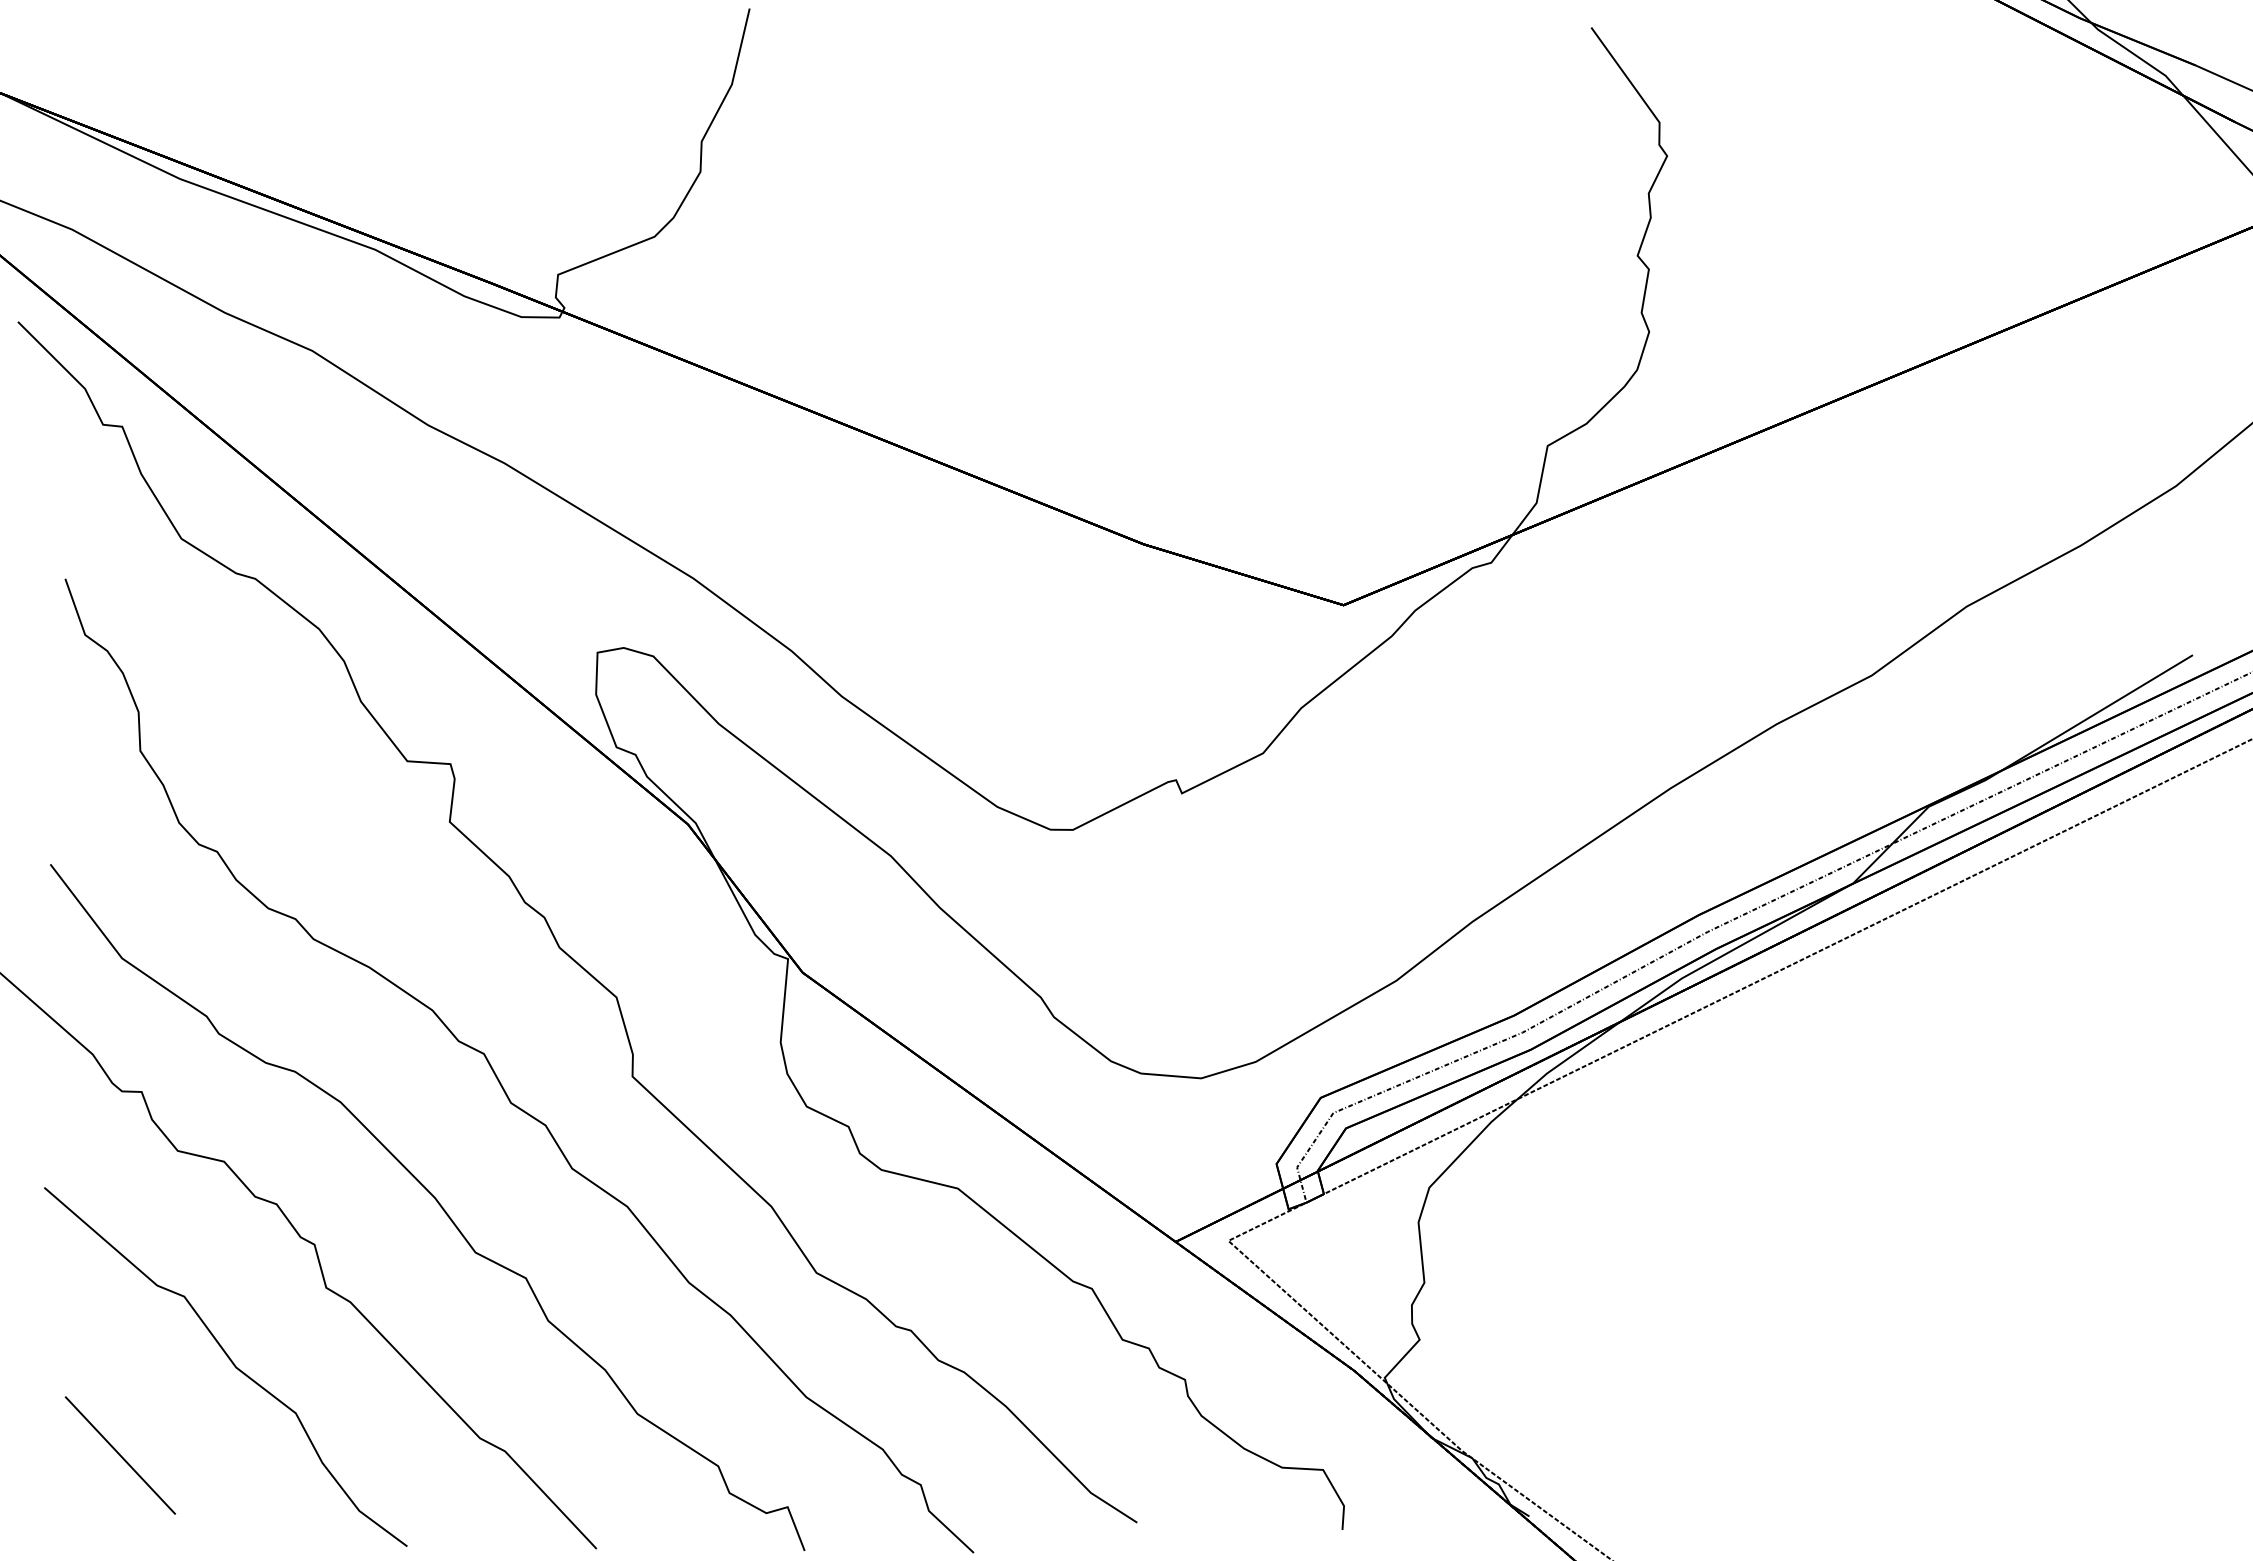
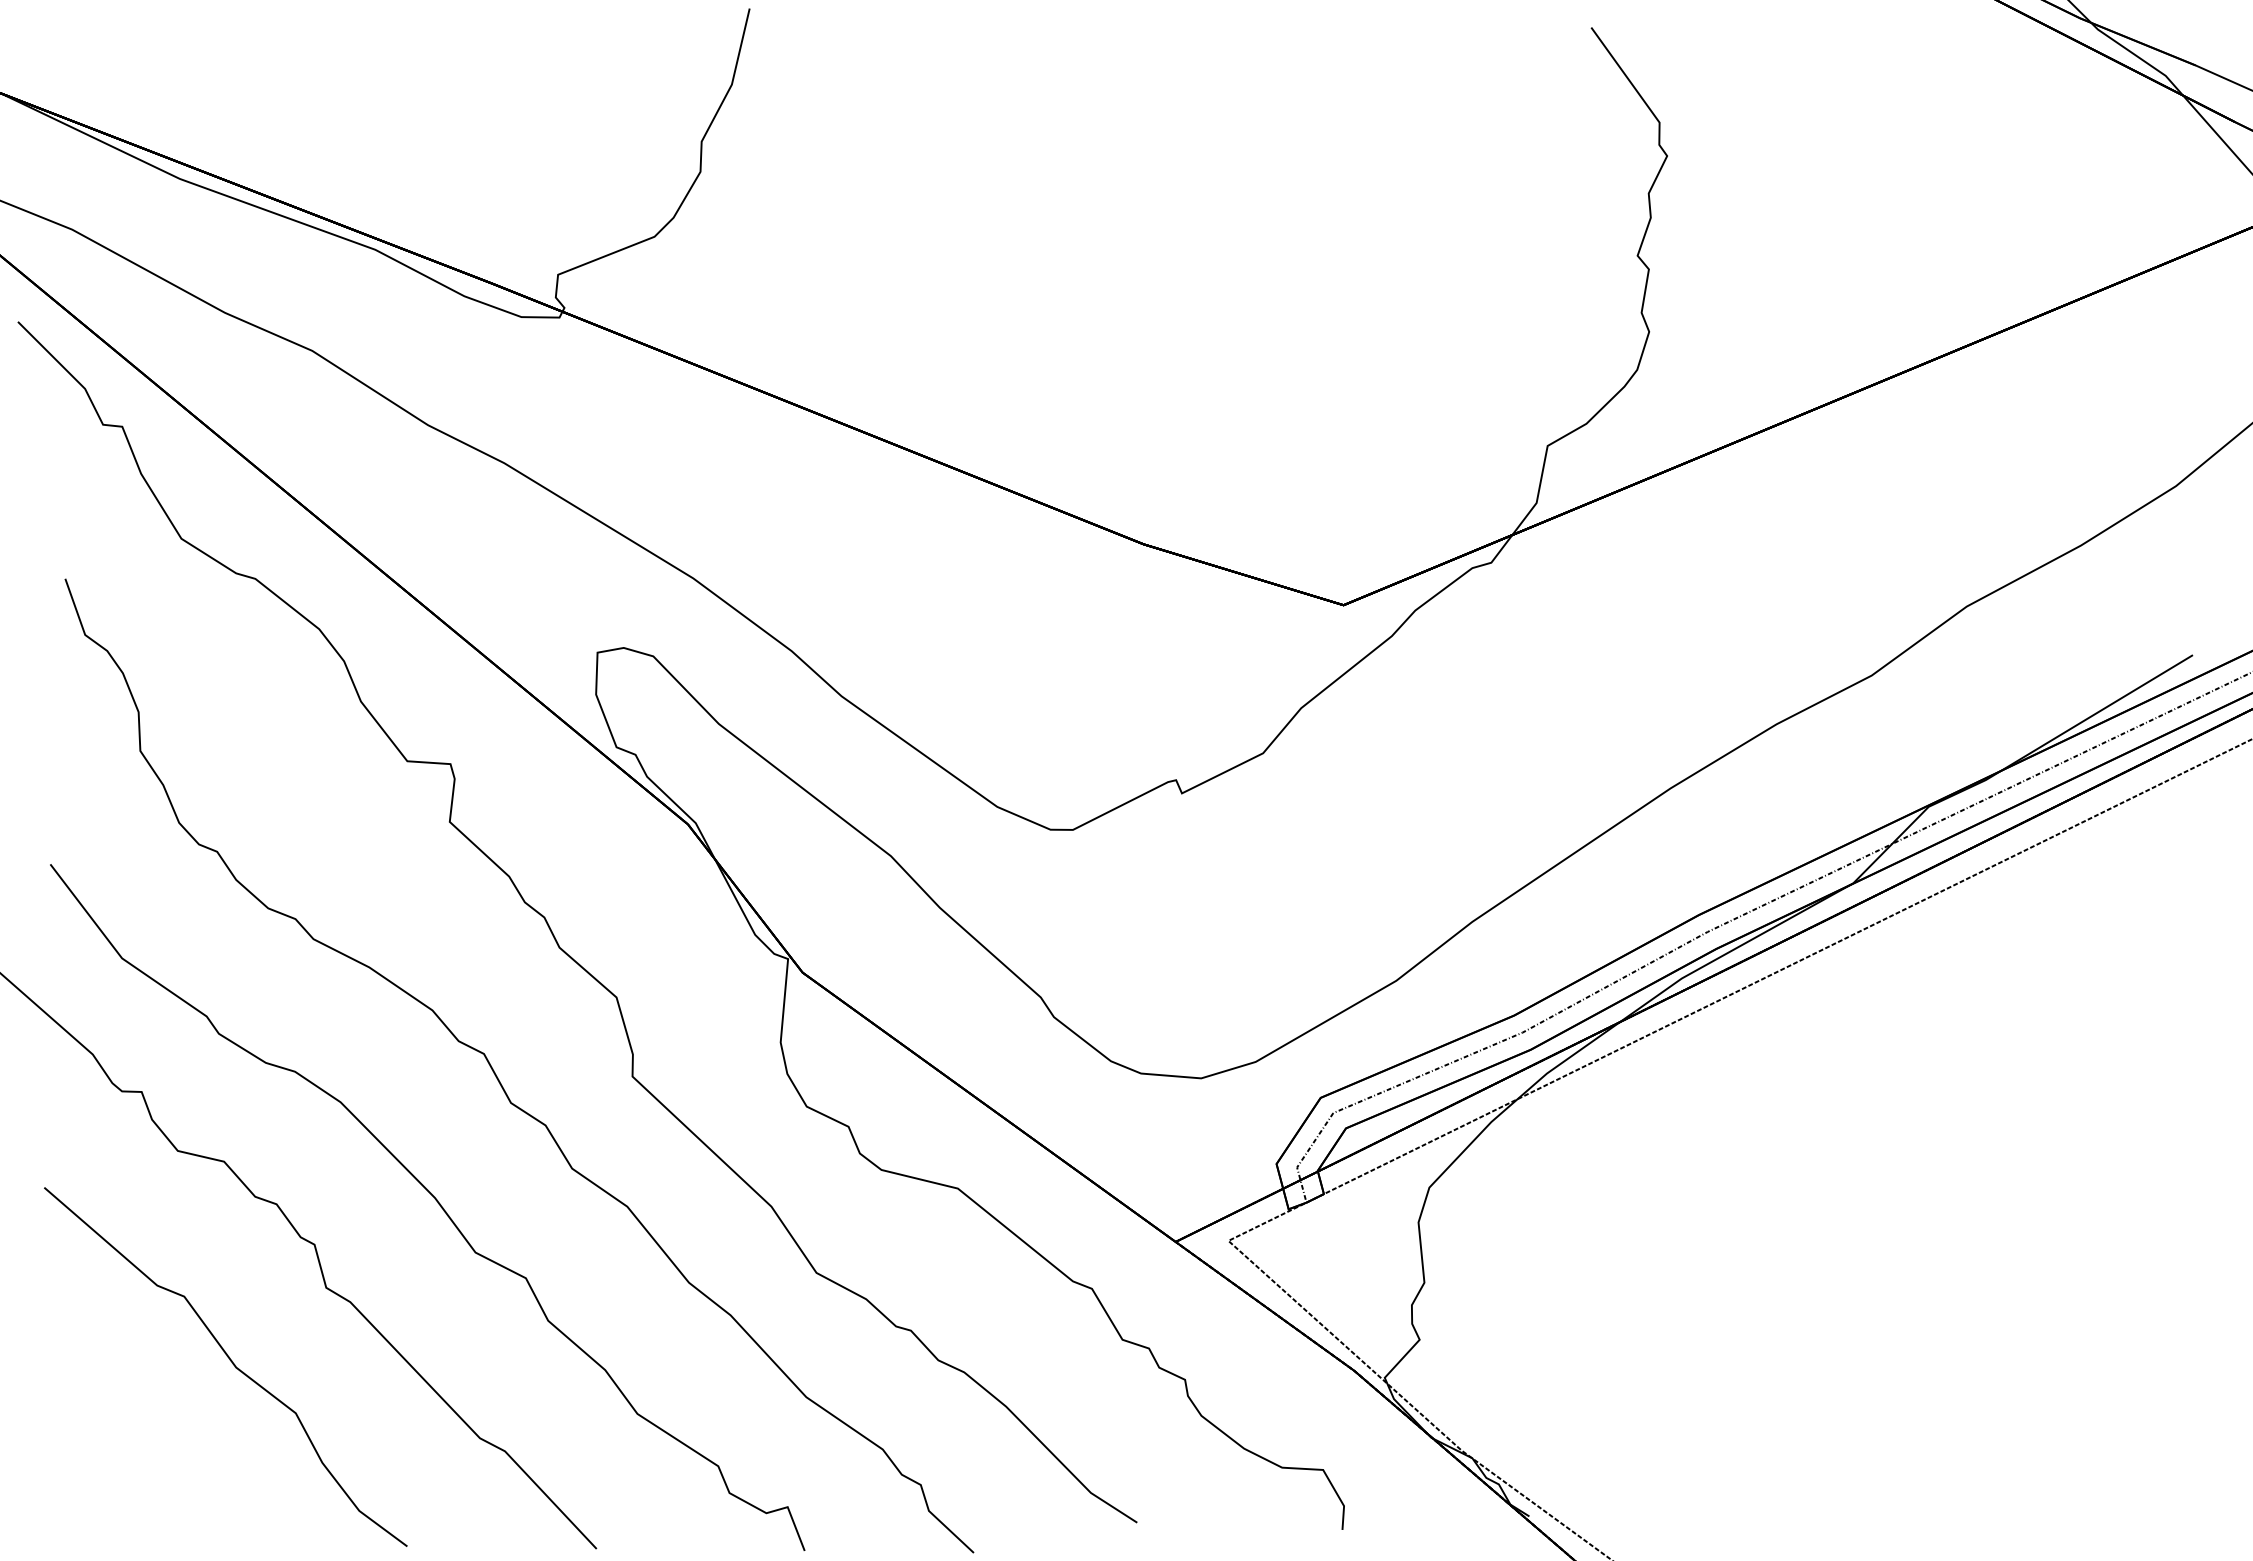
line at (119, 1455): present -> none
